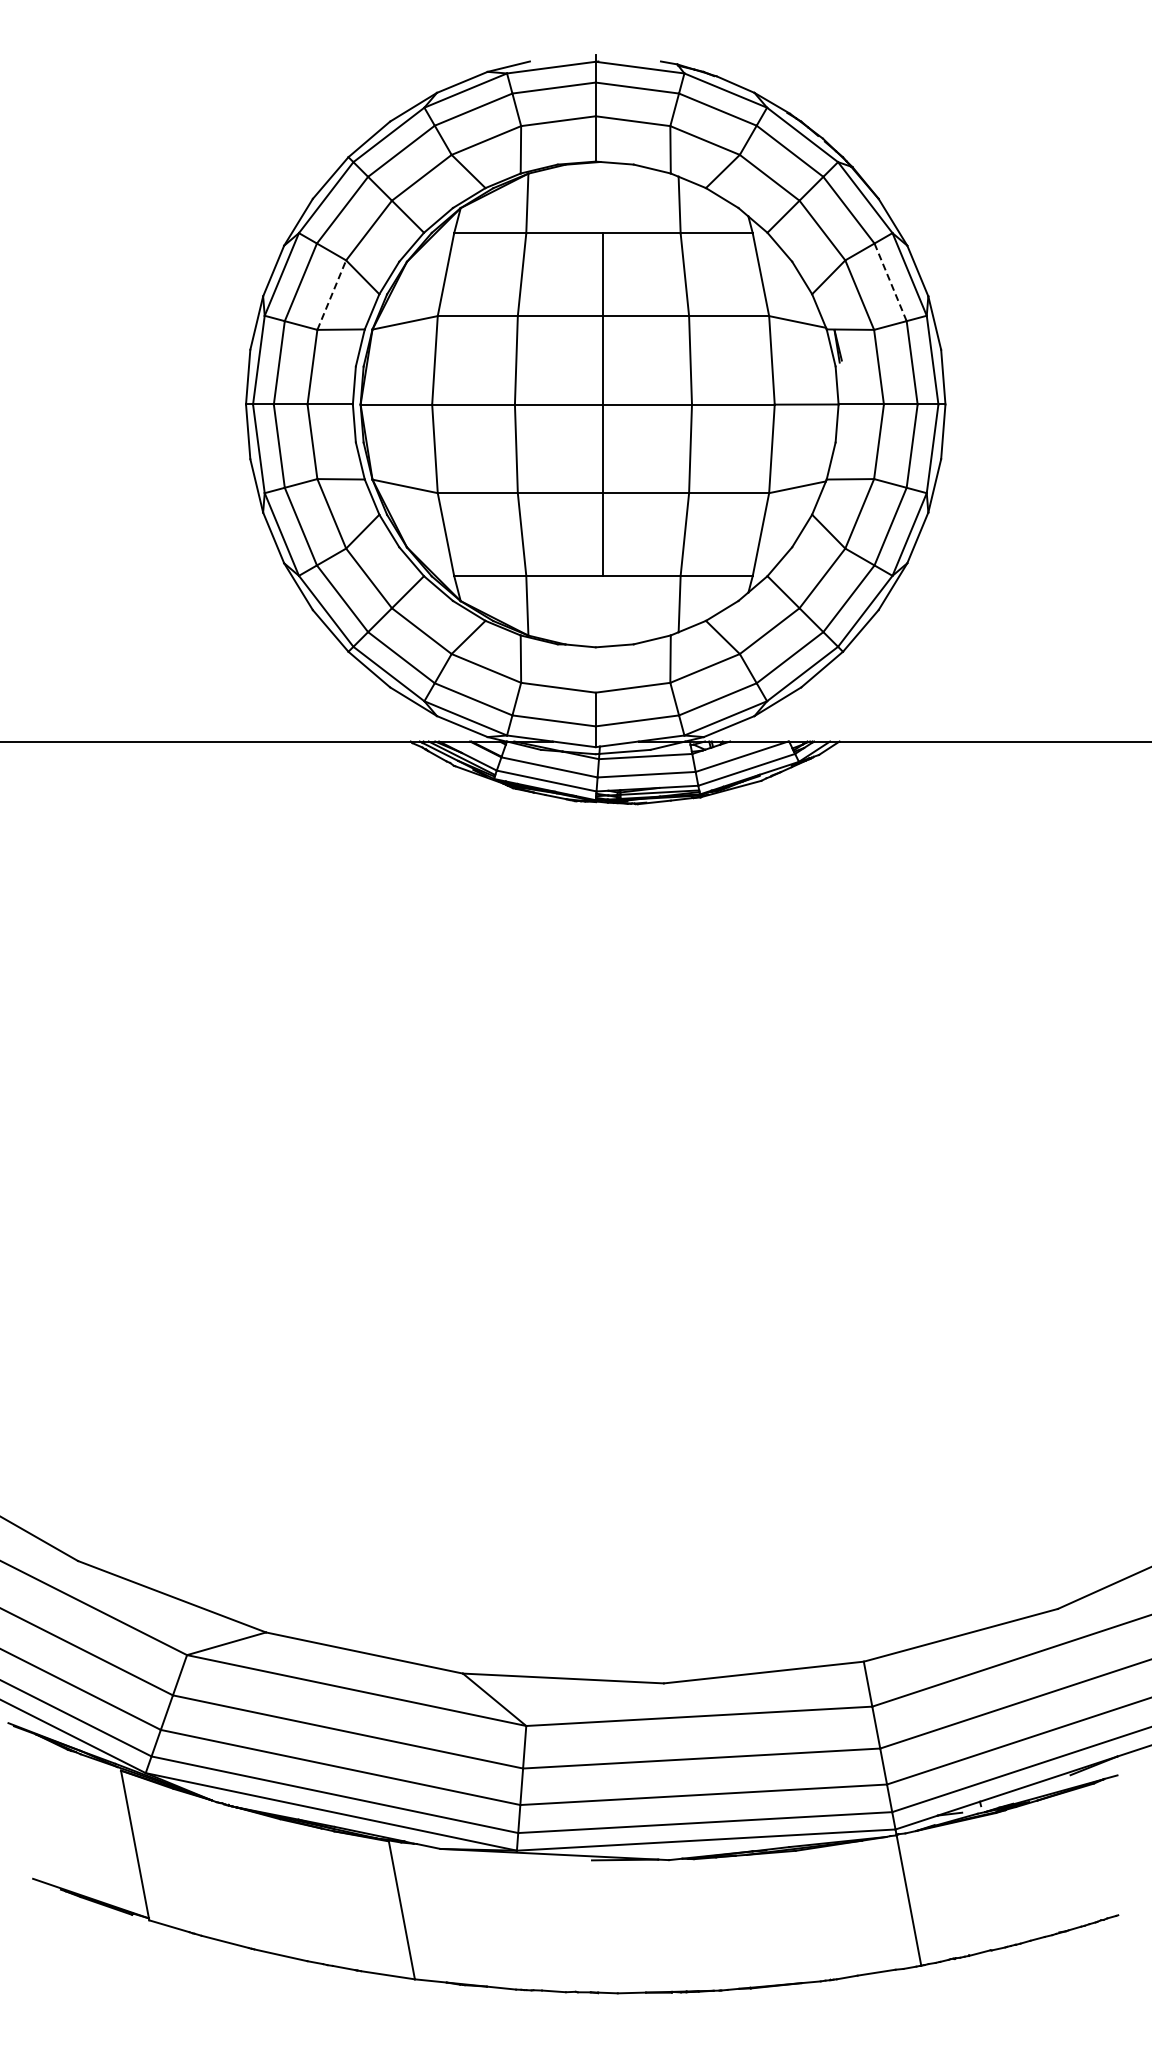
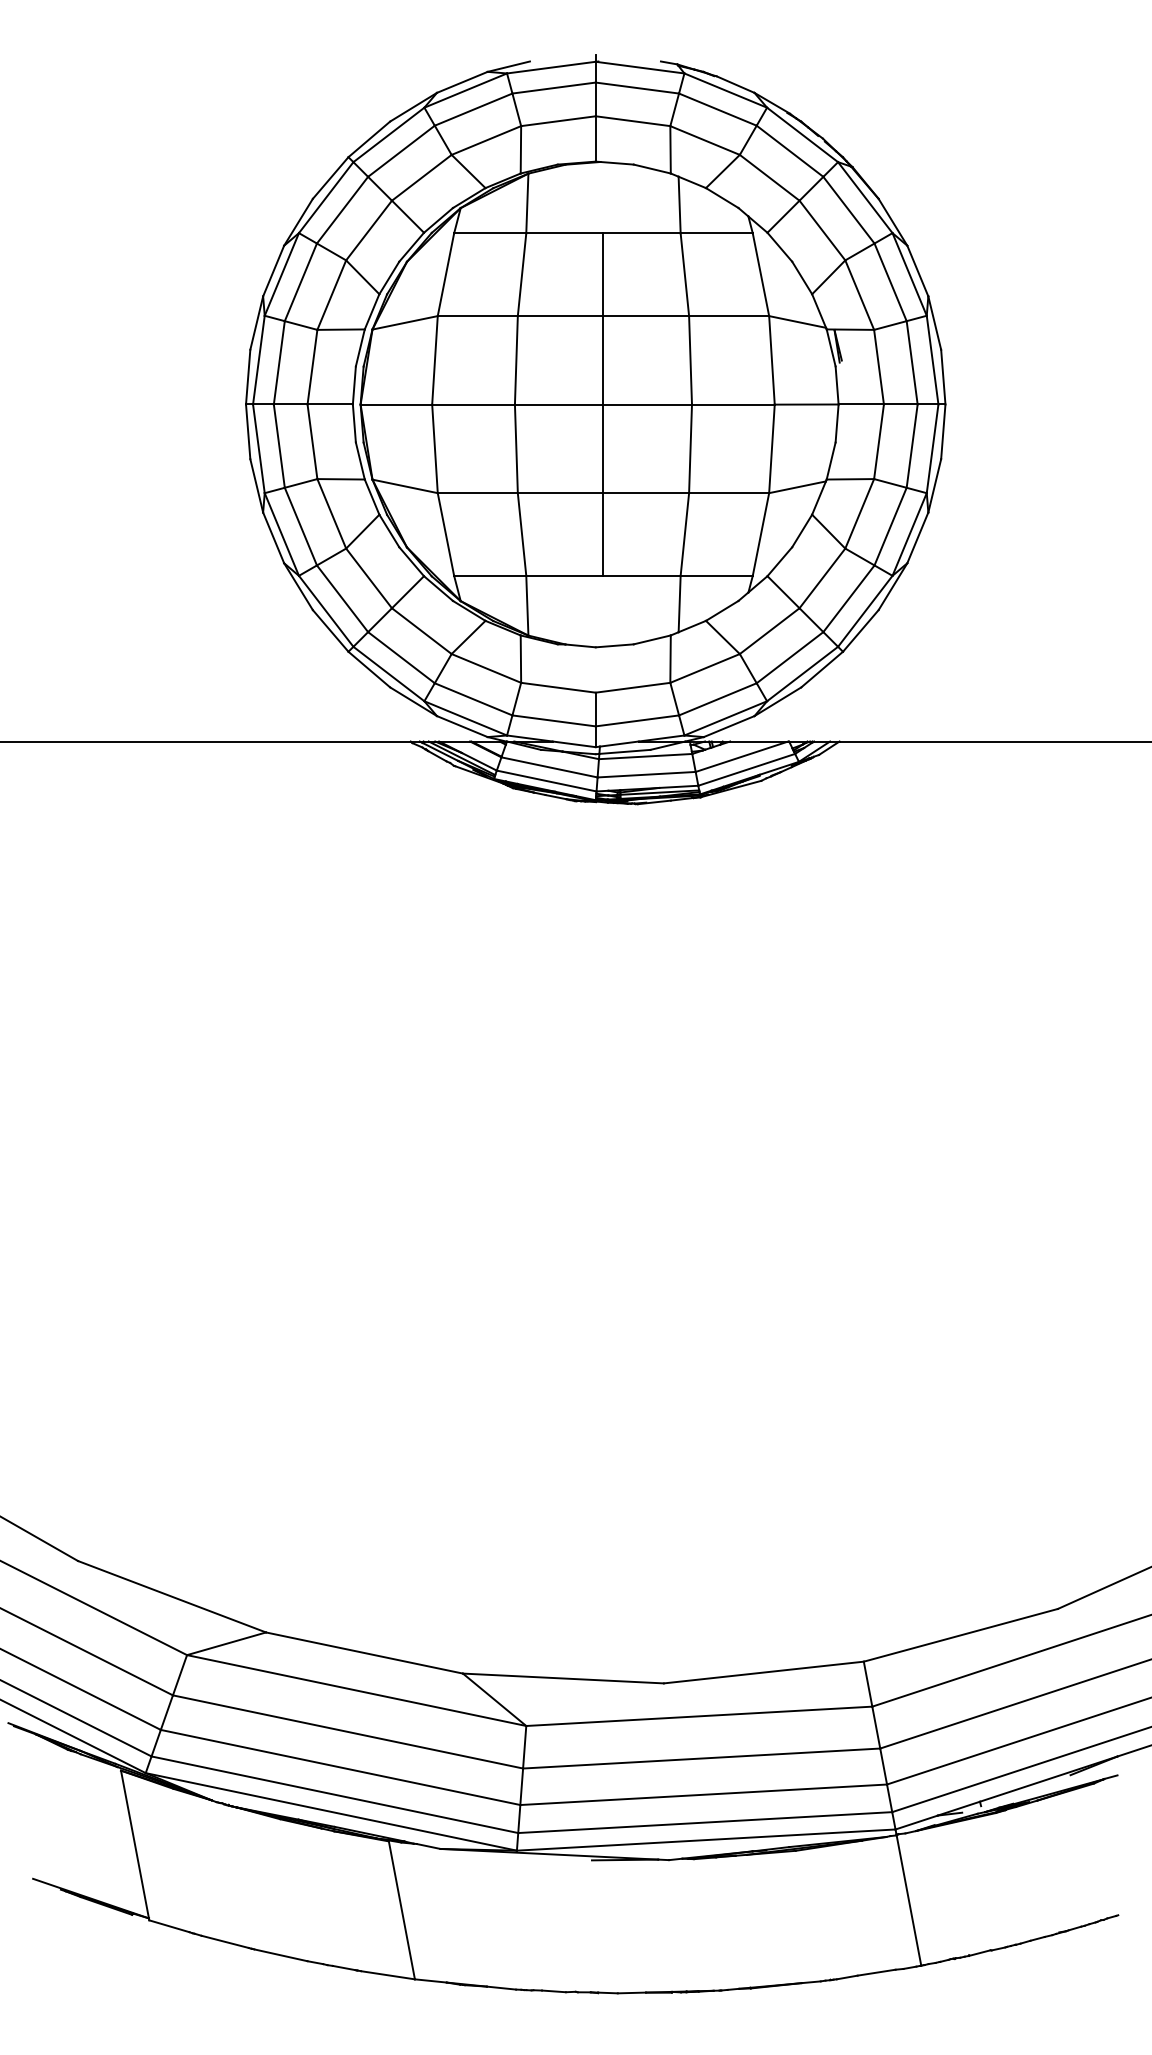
line at (890, 282): dashed -> solid
line at (331, 295): dashed -> solid
